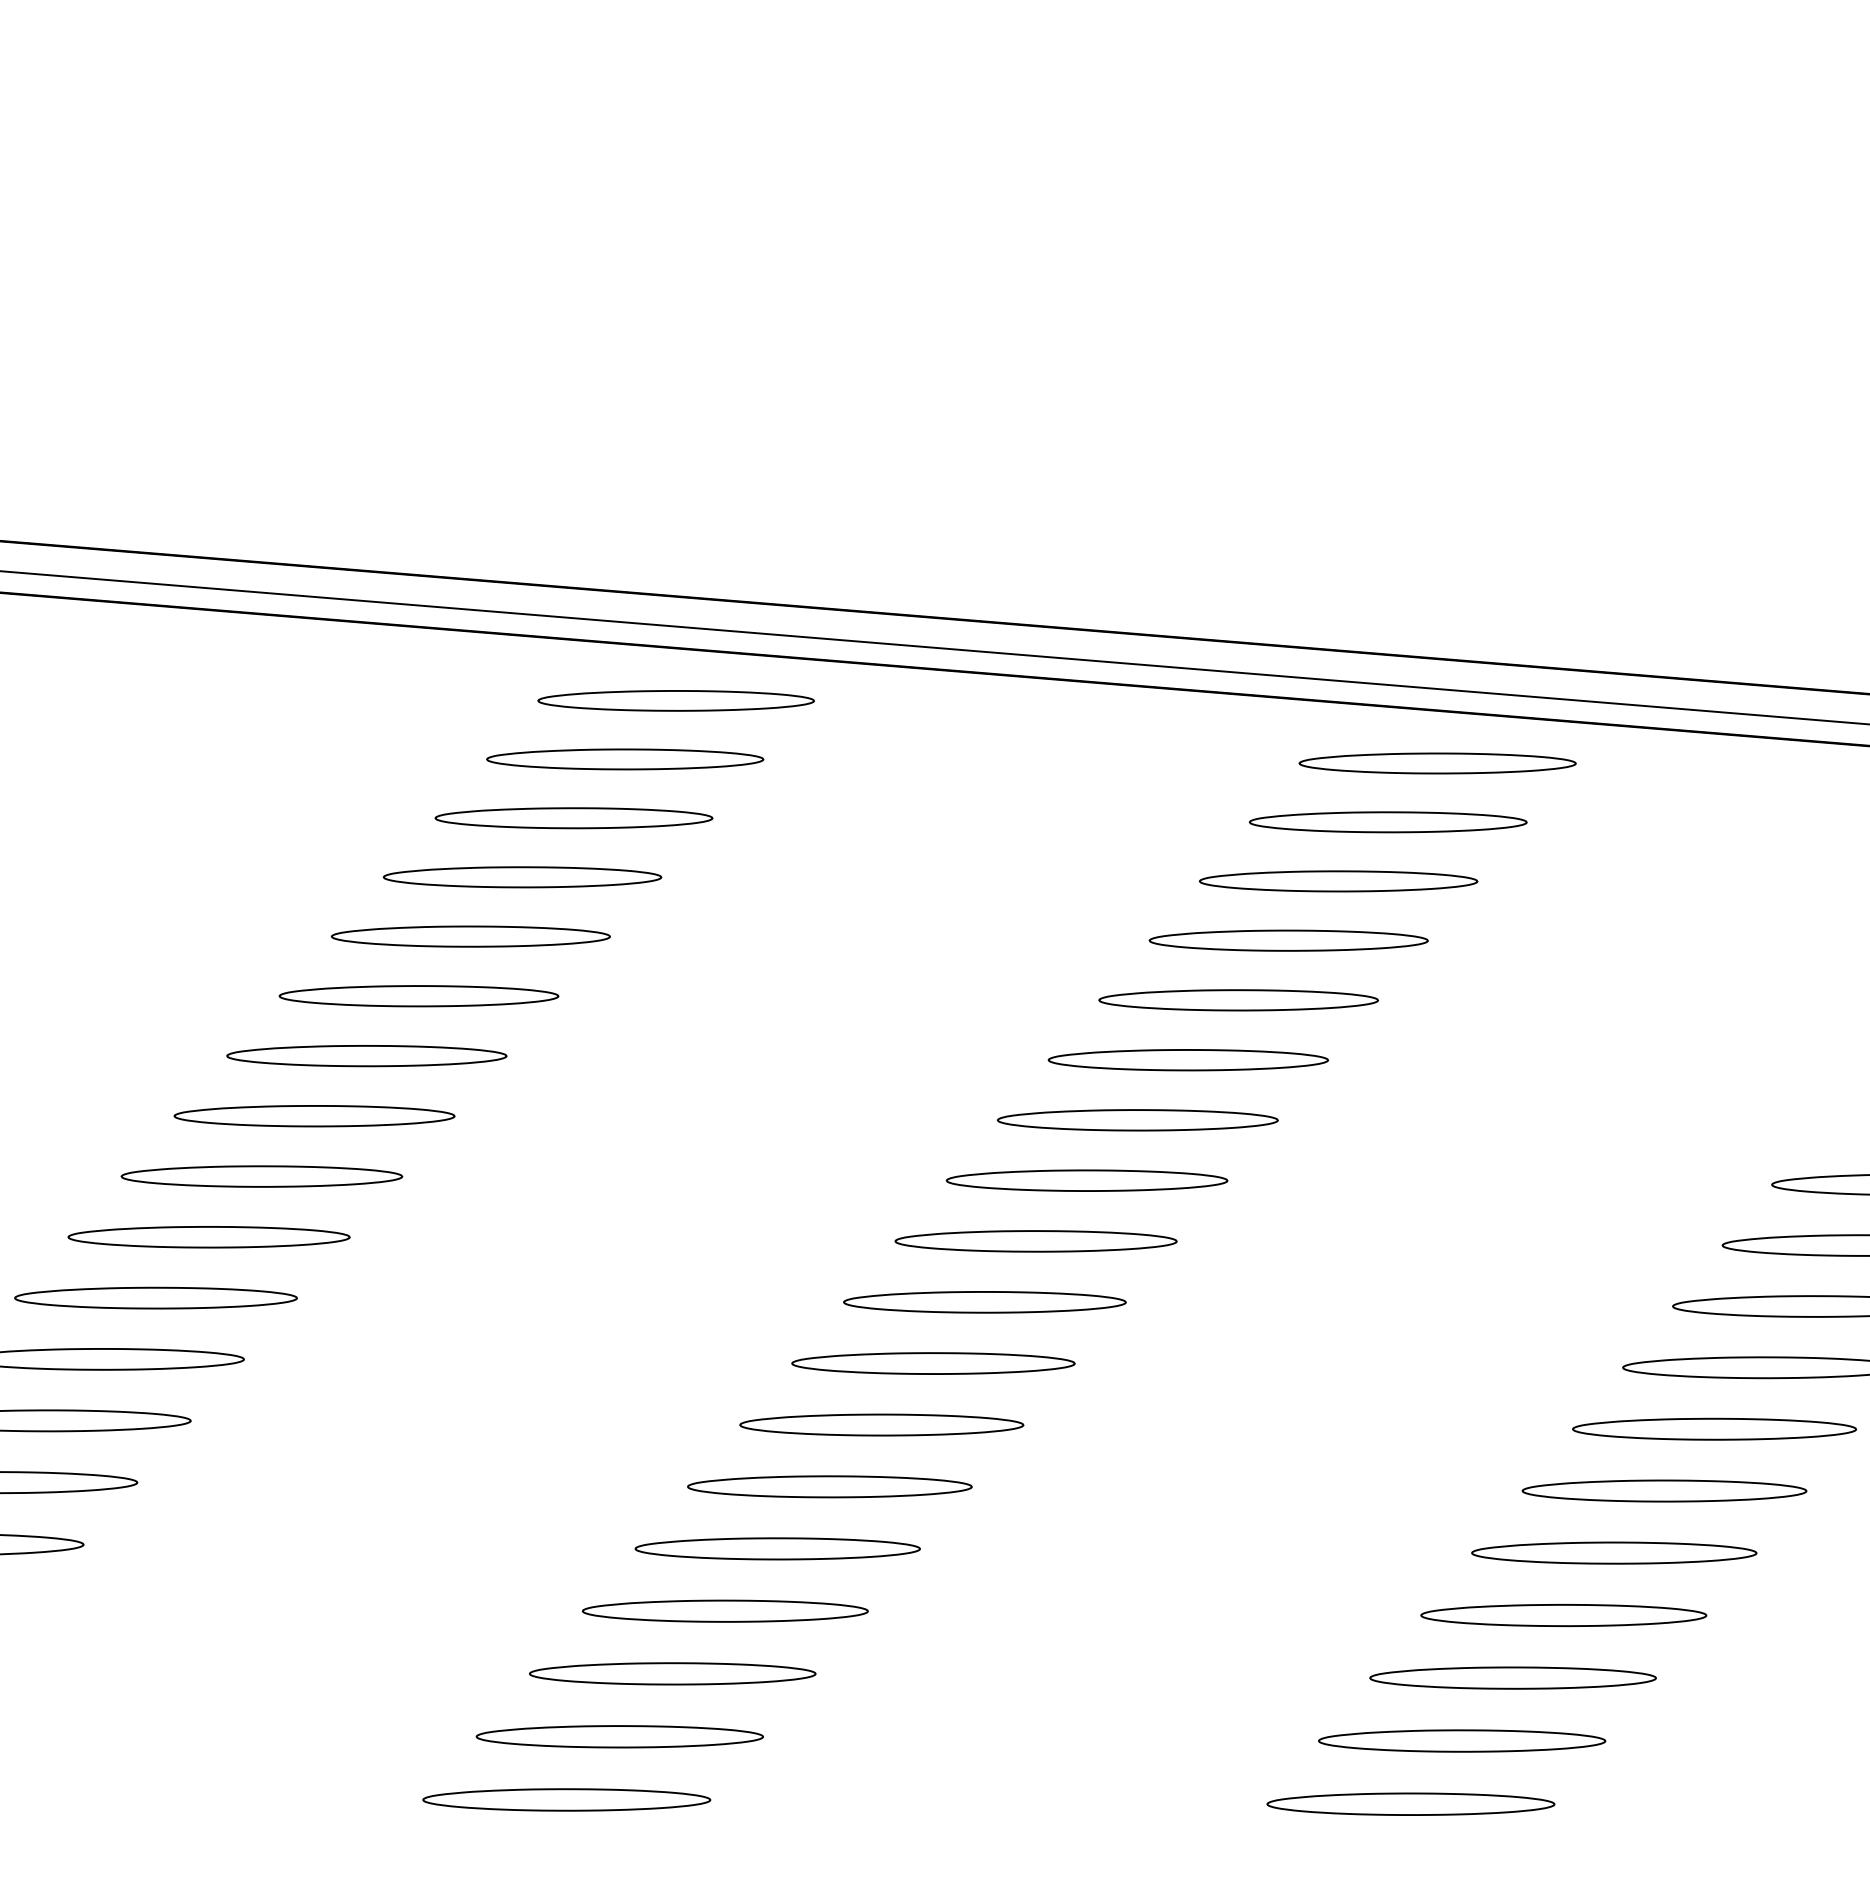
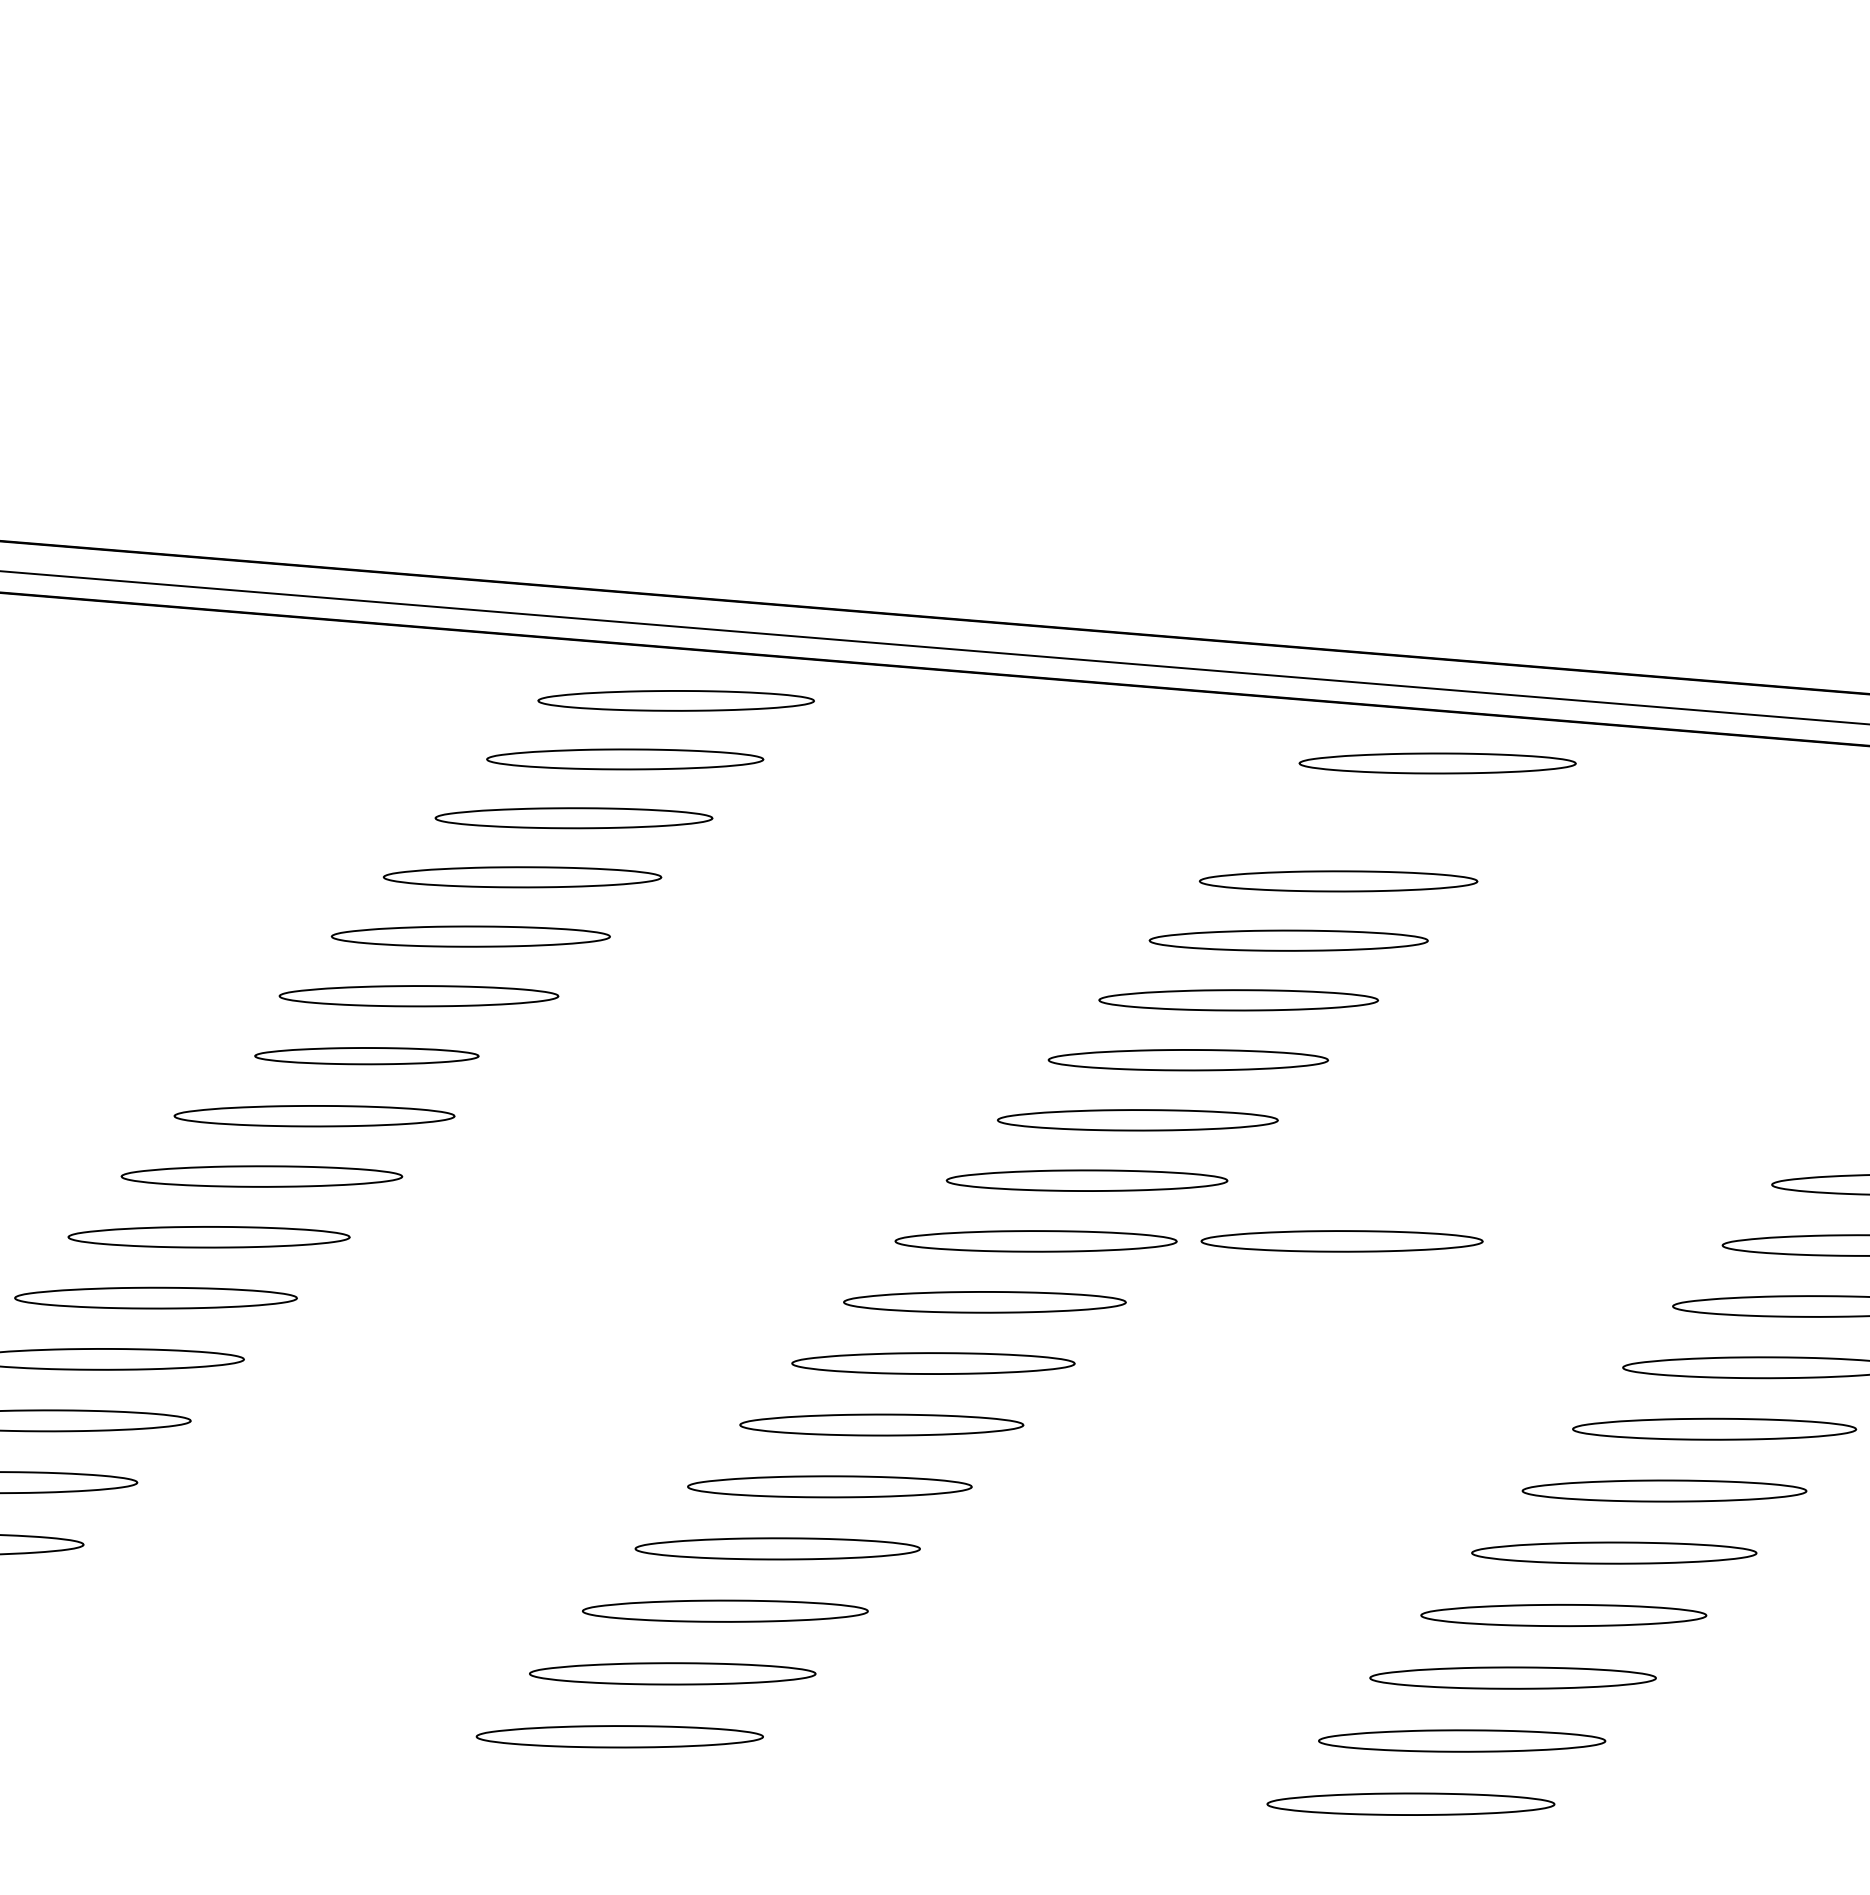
part at (1387, 822): present -> none
part at (366, 1056) size: 282x23 px -> 226x19 px
part at (1341, 1241): none -> present
part at (566, 1799): present -> none
